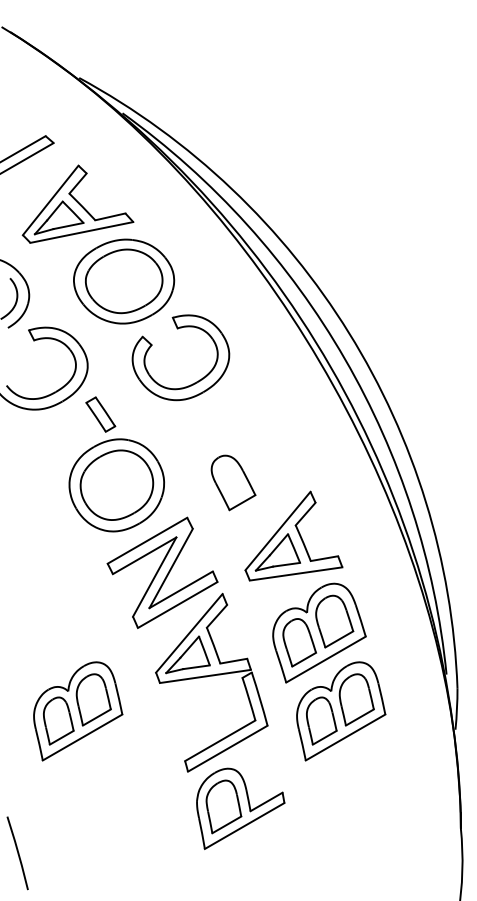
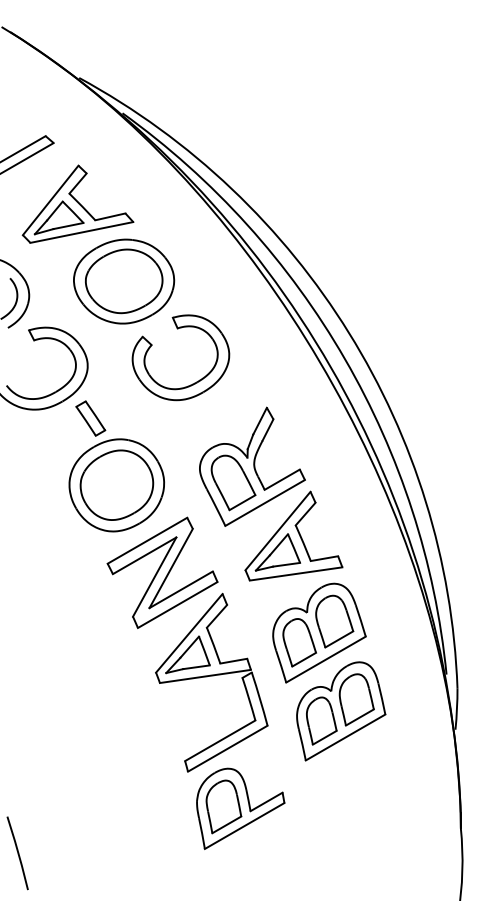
part at (100, 414) position: (100, 414) -> (90, 418)
part at (252, 466): none -> present
part at (78, 711): present -> none
